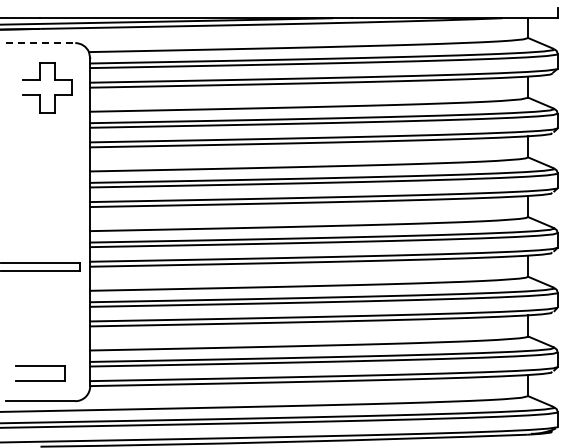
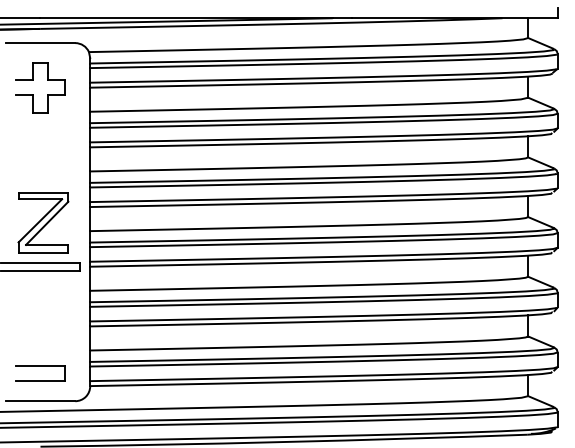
line at (40, 43): dashed -> solid
part at (40, 80) position: (40, 80) -> (33, 80)
part at (43, 222): none -> present
